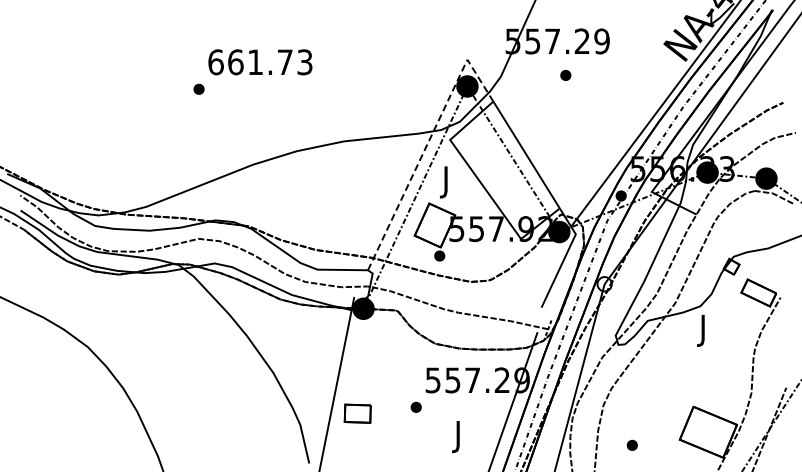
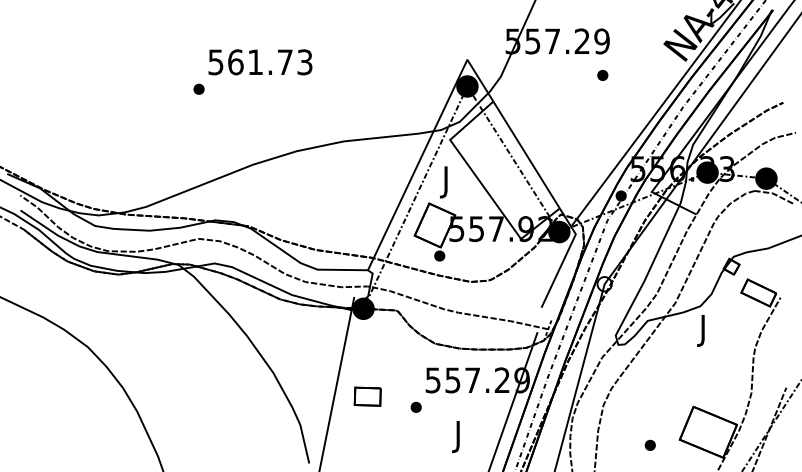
text at (215, 62): 661.73 -> 561.73
part at (565, 75) position: (565, 75) -> (602, 75)
line at (428, 141): dashed -> solid
part at (357, 413) position: (357, 413) -> (367, 396)
part at (631, 444) position: (631, 444) -> (649, 444)
